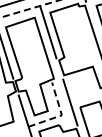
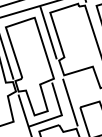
line at (30, 8): dashed -> solid
line at (61, 115): dashed -> solid
